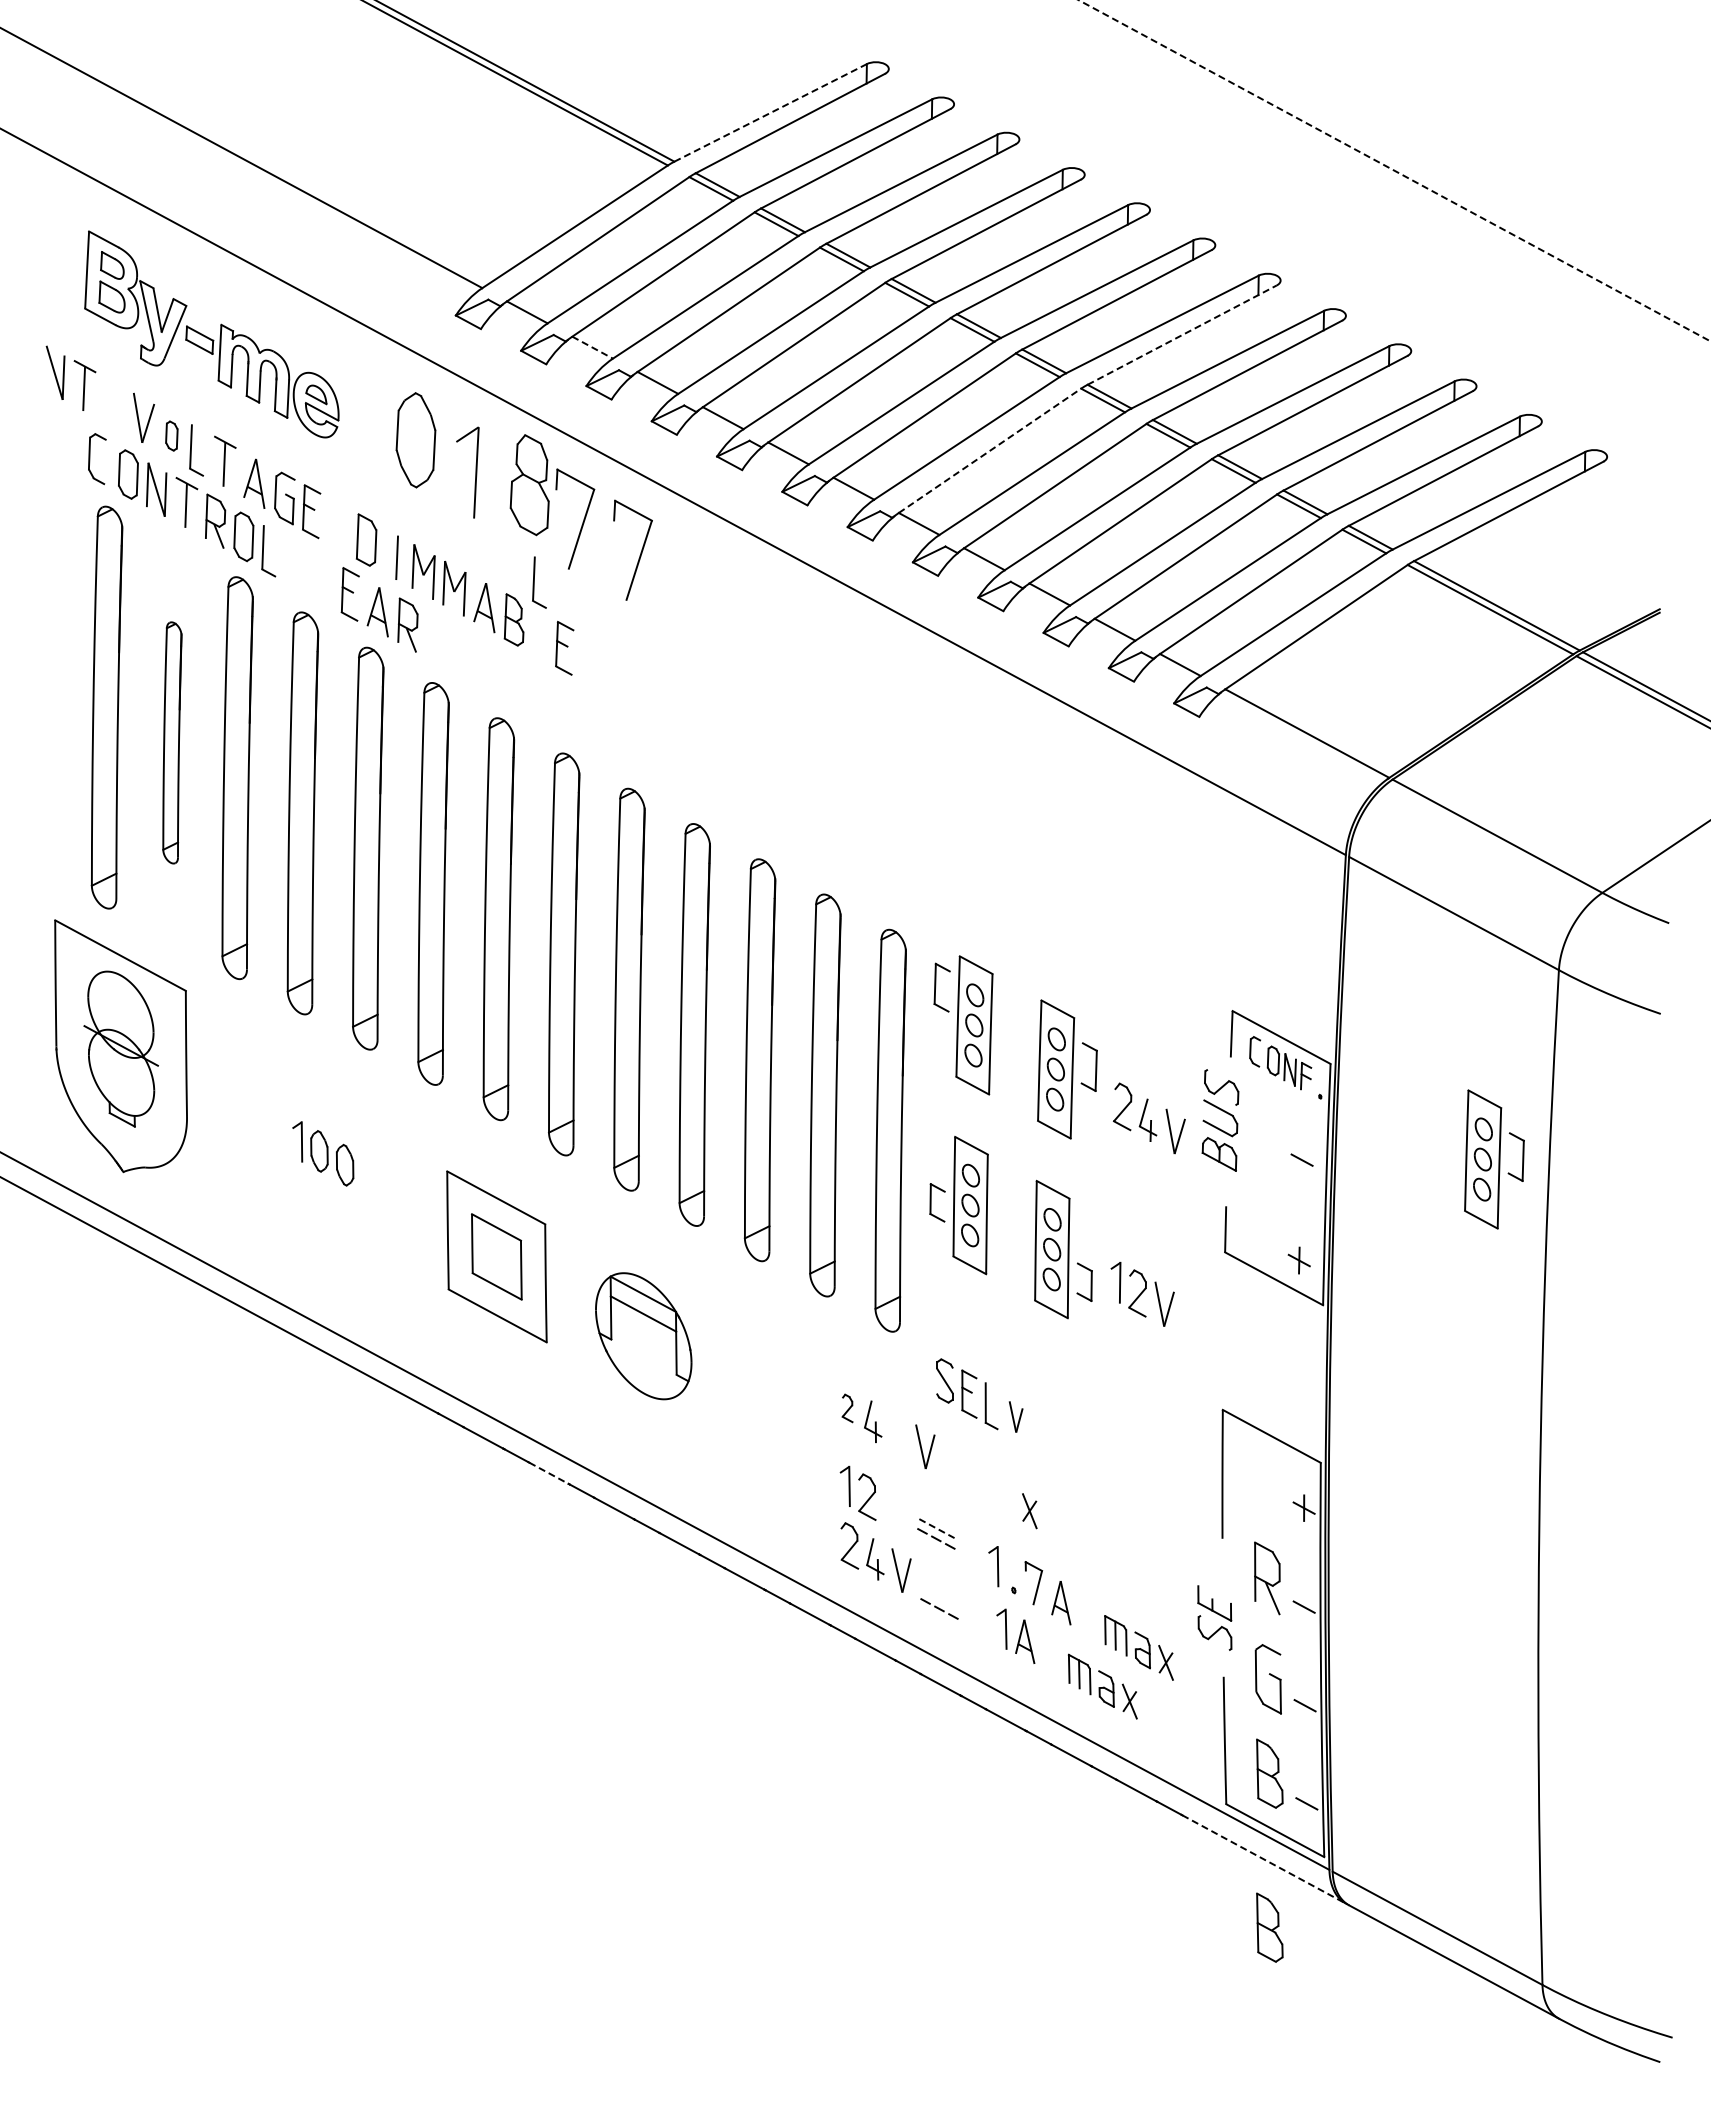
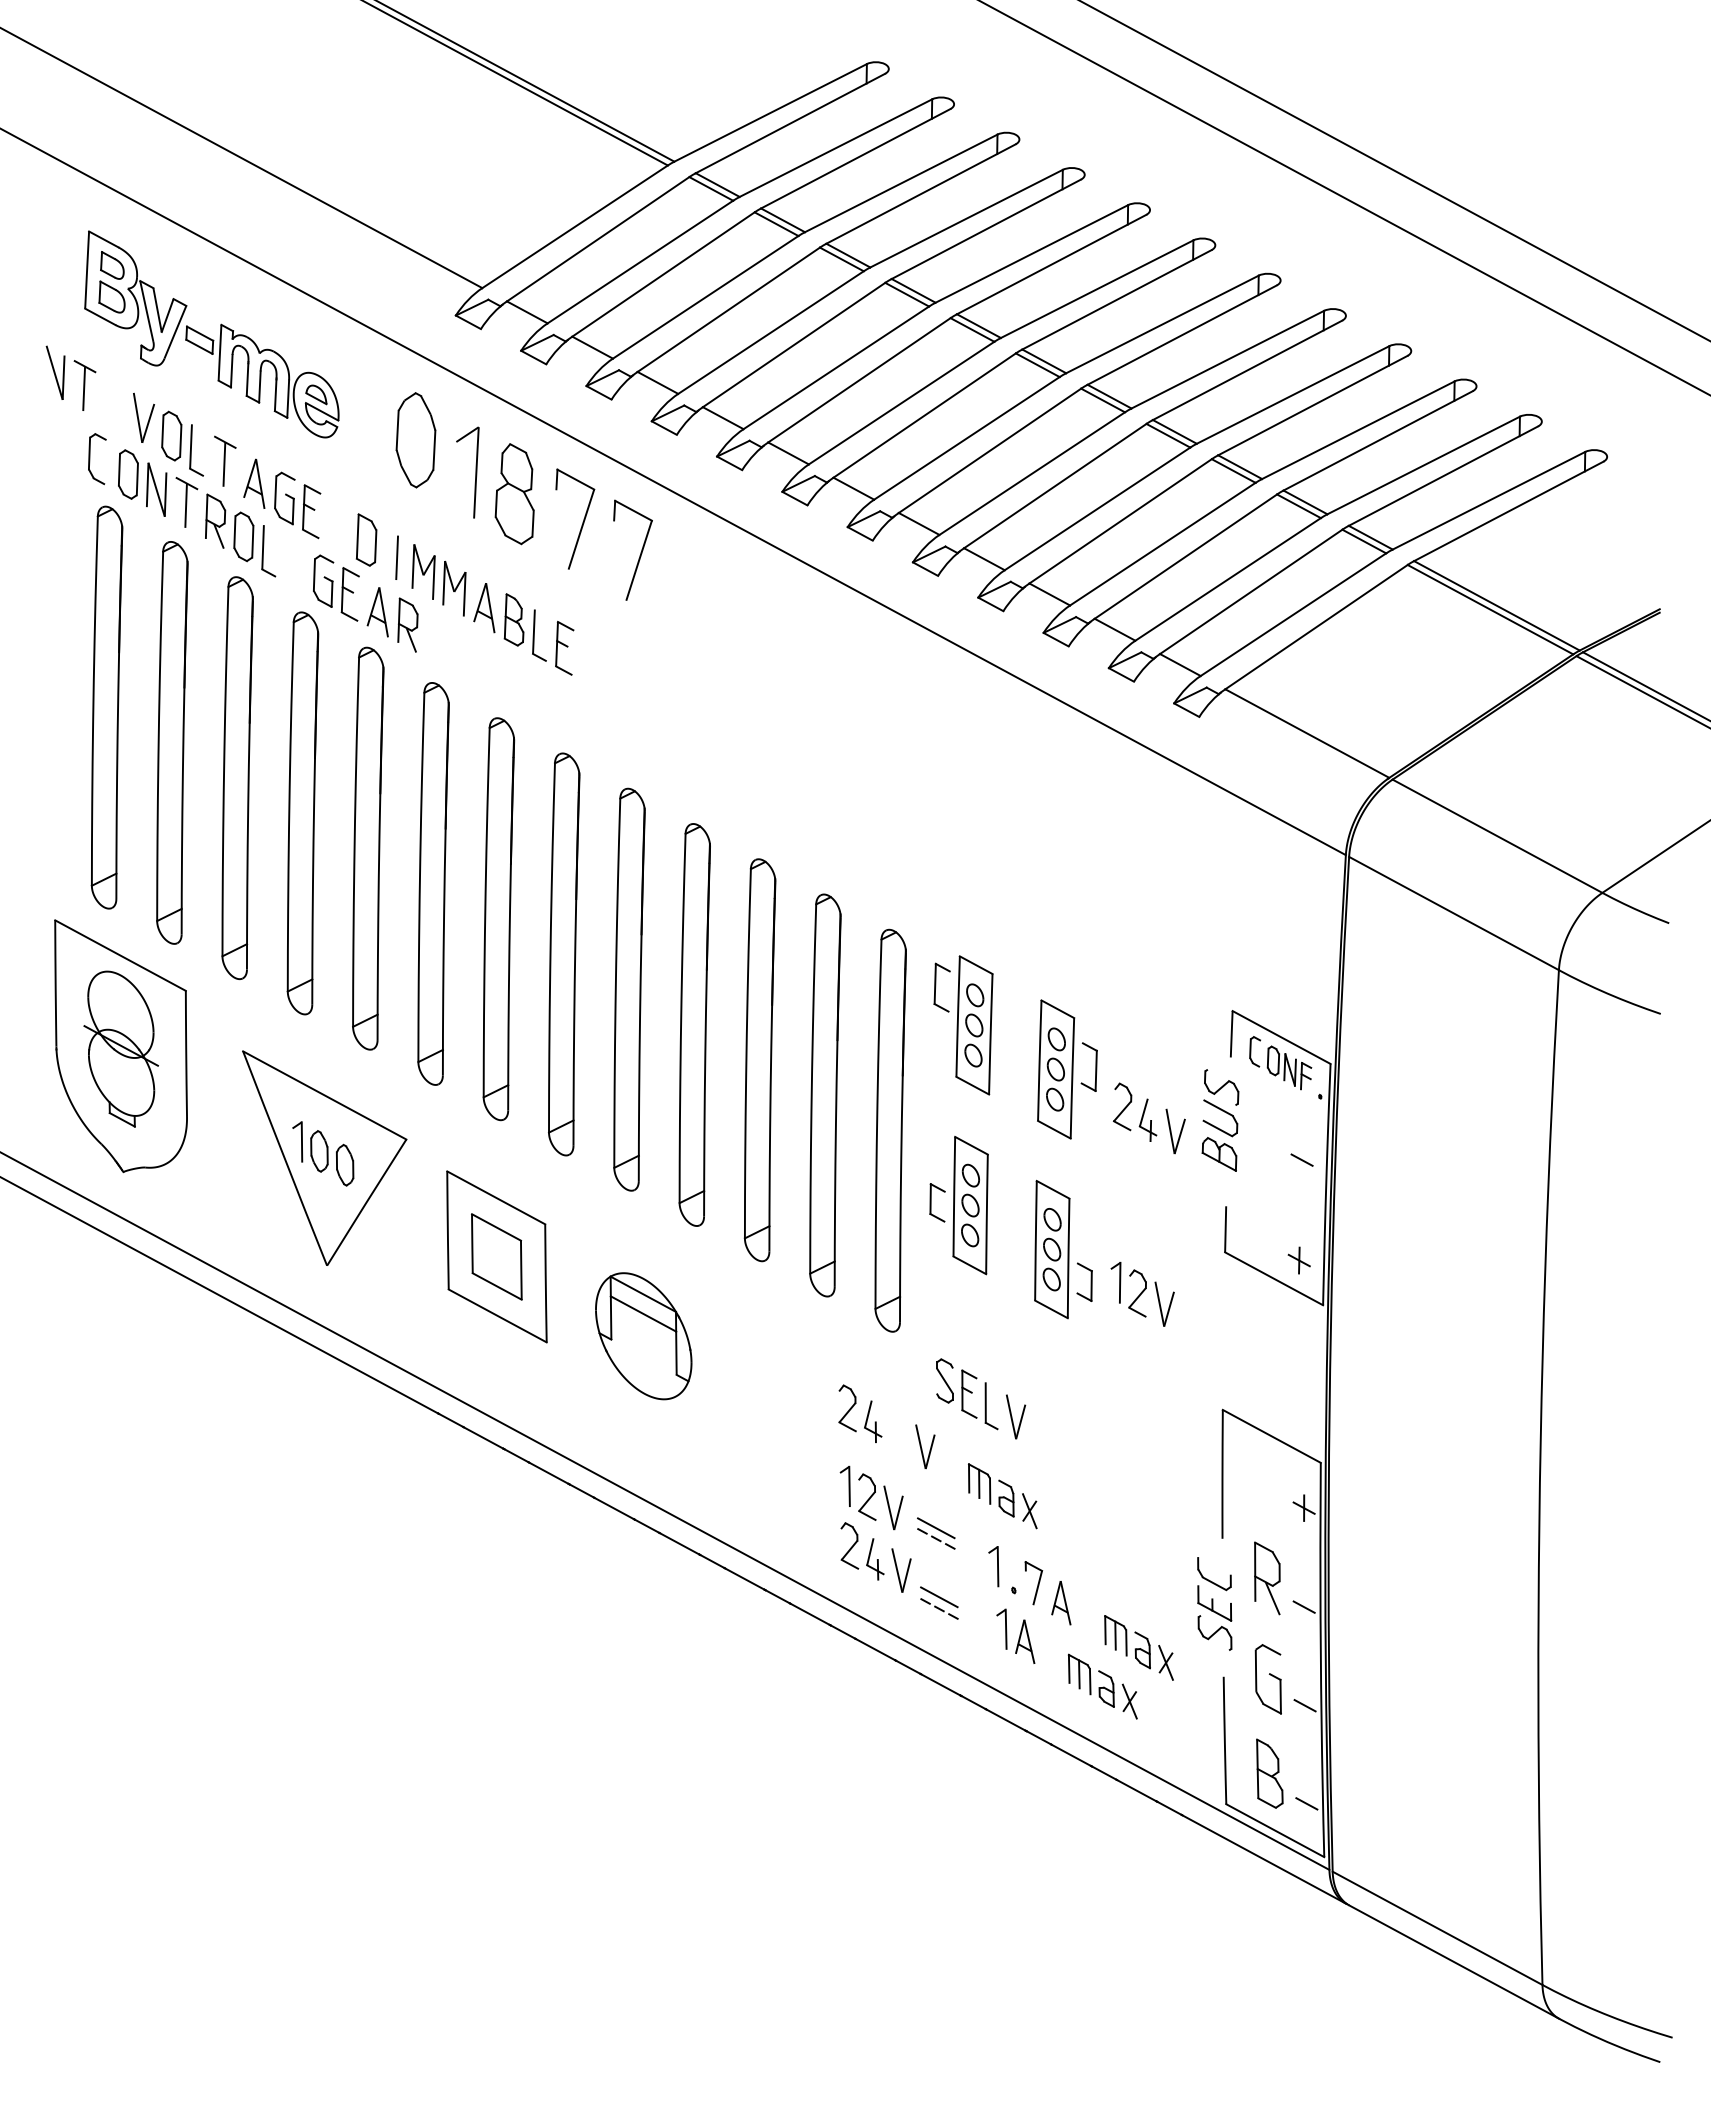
line at (770, 112): dashed -> solid
line at (1394, 170): dashed -> solid
line at (1344, 198): none -> present
line at (1182, 335): dashed -> solid
line at (593, 347): dashed -> solid
part at (171, 435) size: 14x32 px -> 22x52 px
line at (990, 450): dashed -> solid
part at (529, 485) position: (529, 485) -> (514, 494)
part at (323, 580): none -> present
part at (539, 582) position: (539, 582) -> (539, 635)
part at (172, 742) size: 21x244 px -> 33x404 px
part at (324, 1157): none -> present
part at (1494, 1159): present -> none
part at (847, 1408) size: 13x31 px -> 19x49 px
part at (1015, 1416) size: 16x32 px -> 21x46 px
line at (549, 1473): dashed -> solid
part at (991, 1490): none -> present
part at (893, 1507): none -> present
line at (936, 1528): dashed -> solid
part at (1210, 1580): none -> present
line at (939, 1597): none -> present
line at (1264, 1859): dashed -> solid
part at (1269, 1927): present -> none
